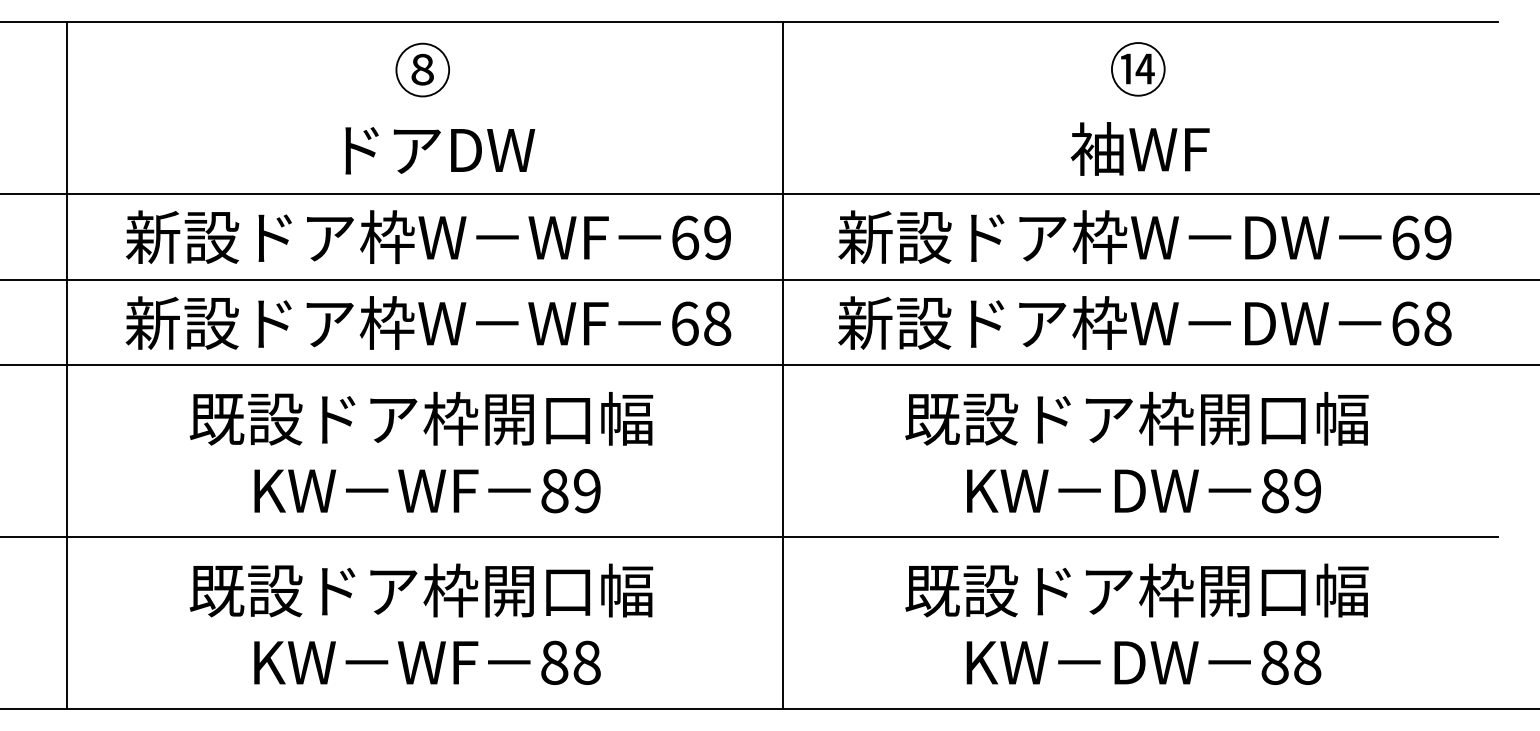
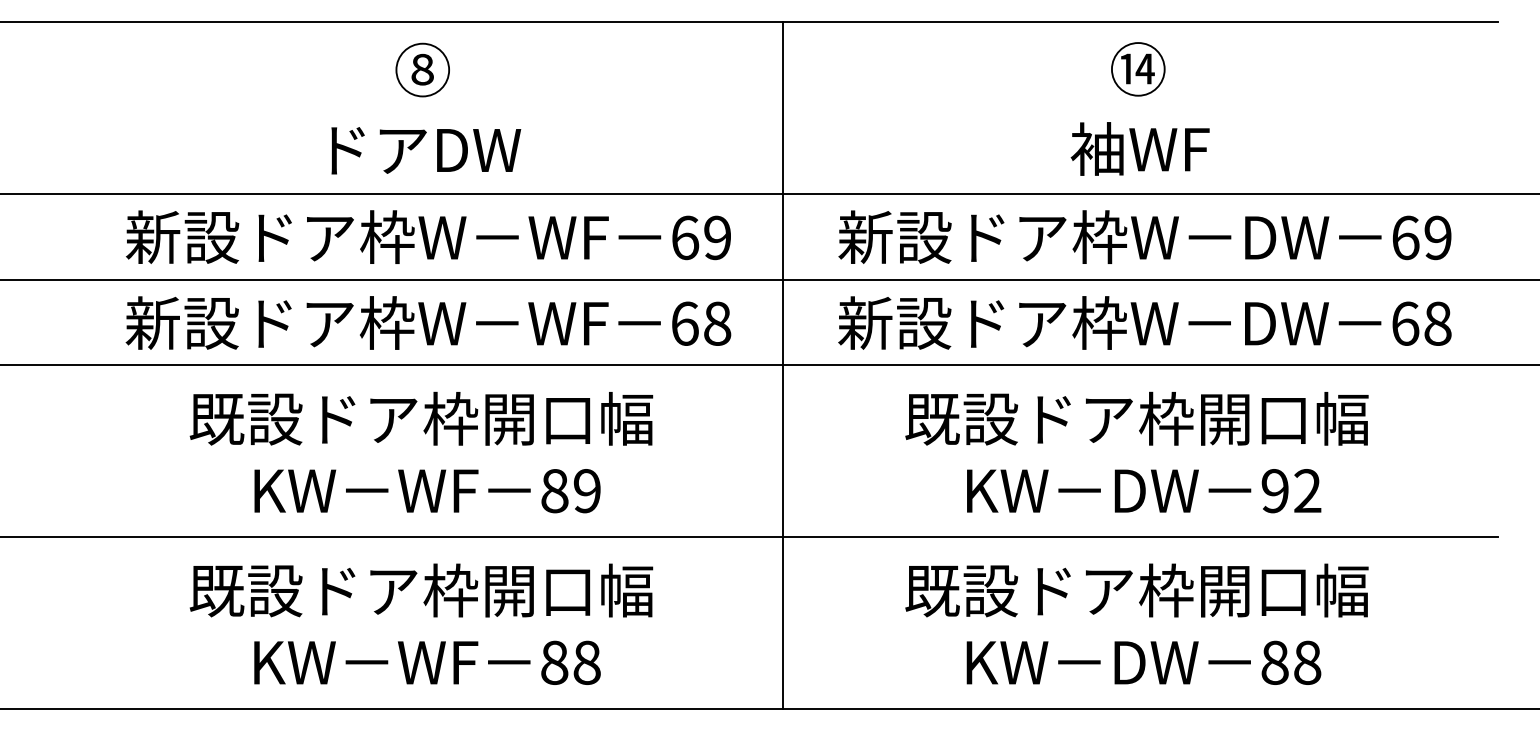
text at (440, 150) position: (440, 150) -> (426, 150)
line at (67, 365): present -> none
text at (1291, 491): 89 -> 92
